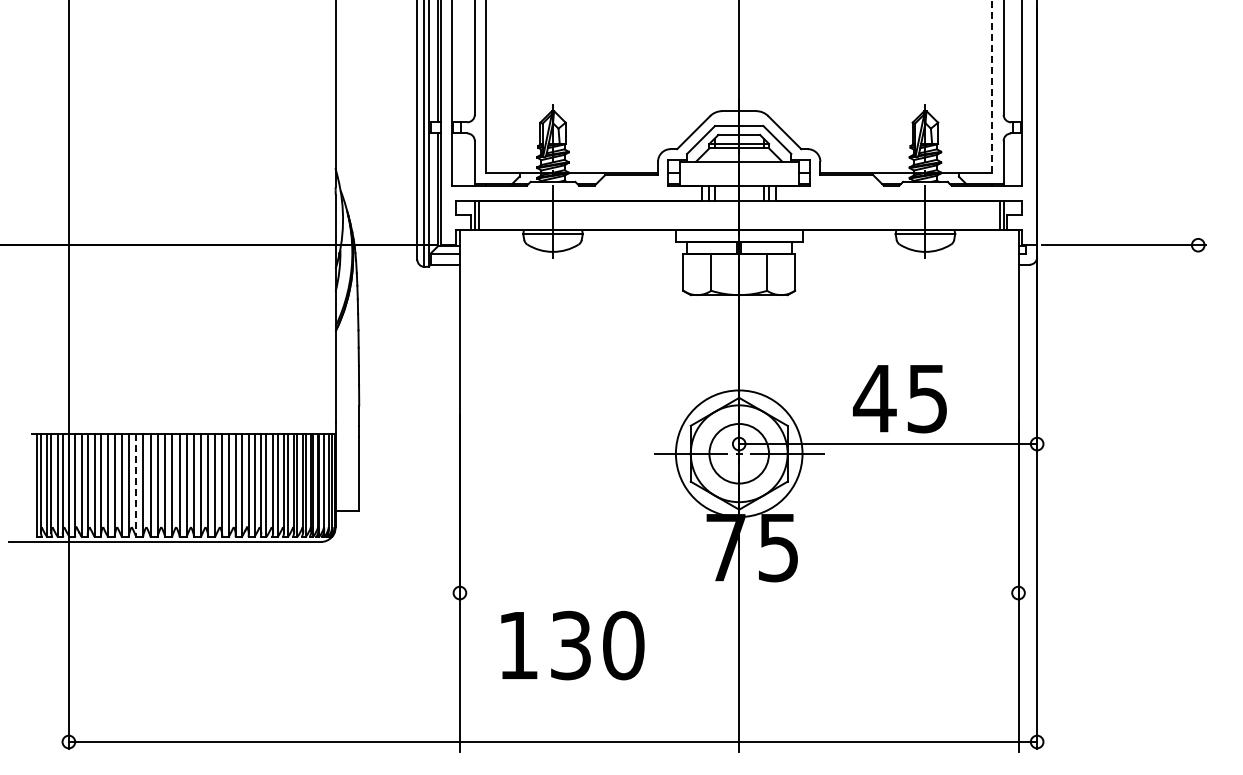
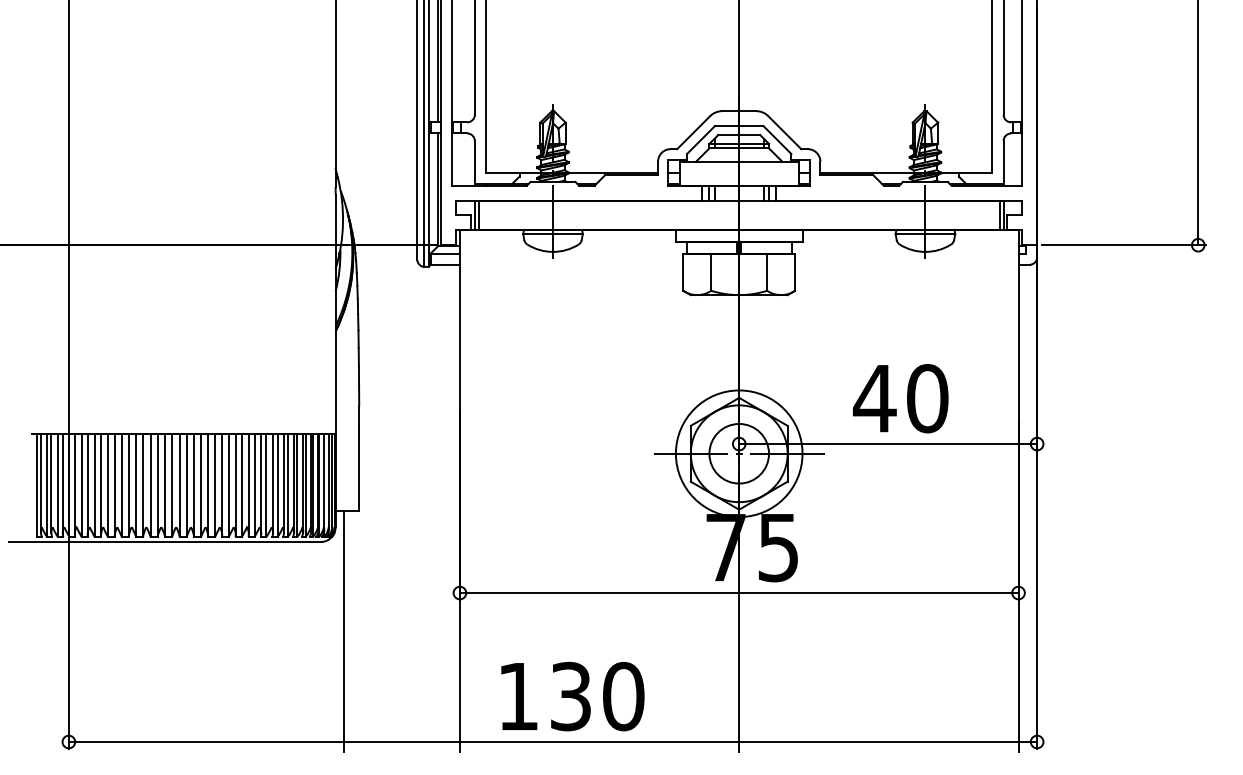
line at (992, 85): dashed -> solid
line at (1198, 123): none -> present
text at (927, 398): 45 -> 40
line at (136, 486): dashed -> solid
line at (738, 593): none -> present
line at (344, 631): none -> present
text at (572, 645) position: (572, 645) -> (572, 696)
